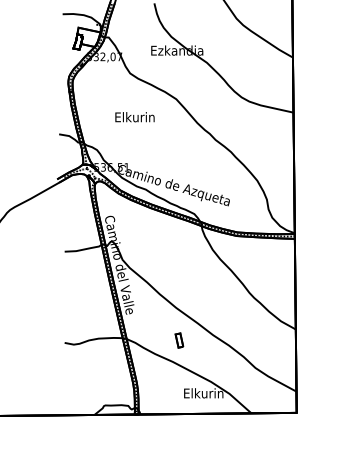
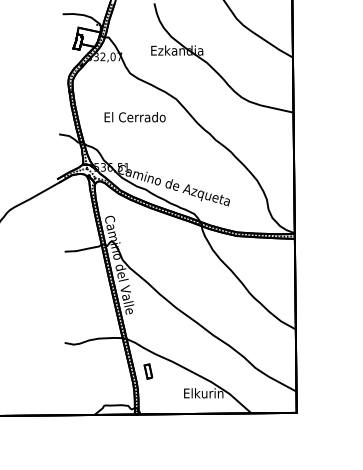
text at (134, 117): Elkurin -> El Cerrado
part at (179, 340) position: (179, 340) -> (148, 371)
